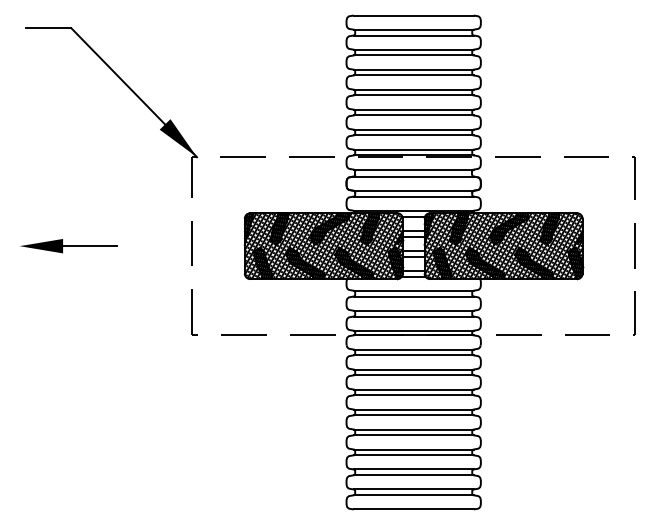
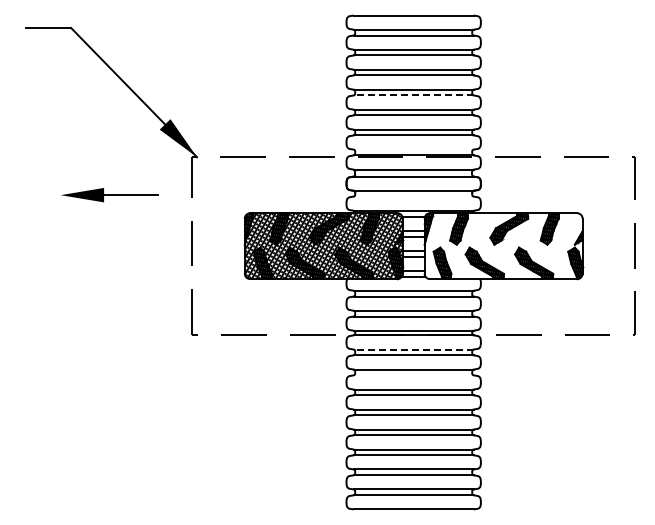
line at (413, 95): solid -> dashed
line at (413, 149): present -> none
line at (413, 196): present -> none
part at (68, 246) position: (68, 246) -> (109, 195)
hatch at (503, 246): present -> none
line at (413, 349): solid -> dashed
line at (413, 375): present -> none
